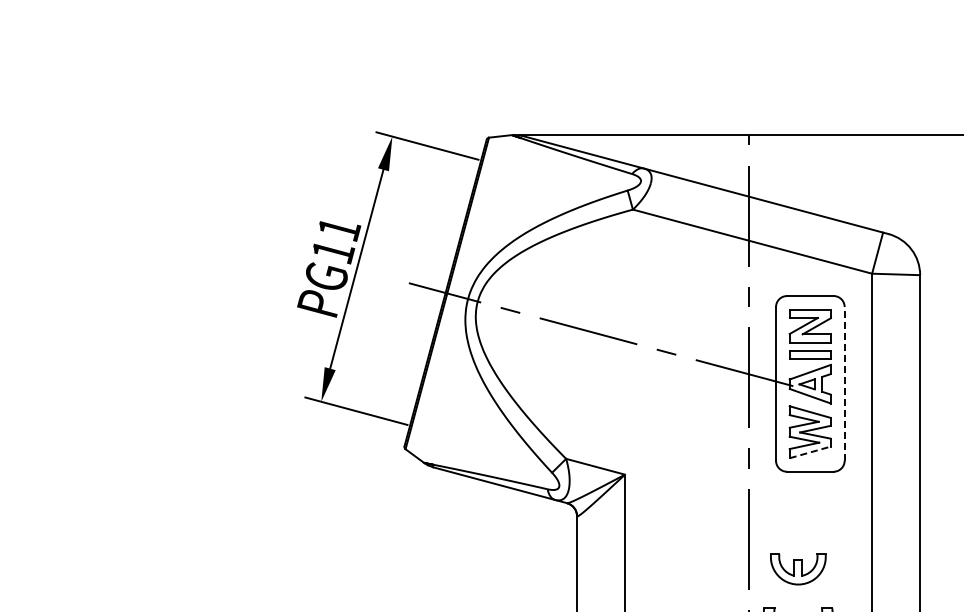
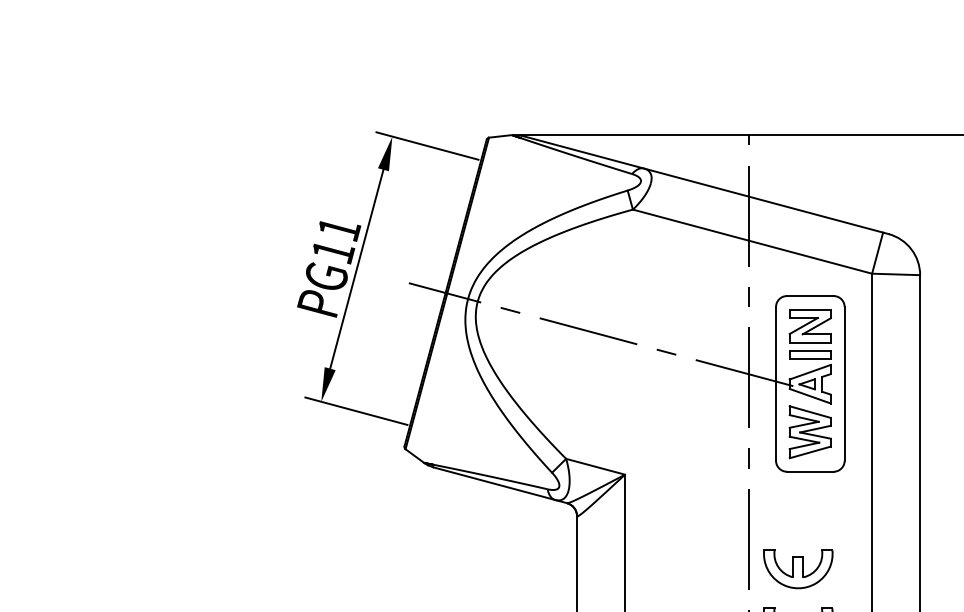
line at (844, 383): dashed -> solid
line at (810, 452): dashed -> solid
part at (798, 569) size: 57x33 px -> 71x41 px
